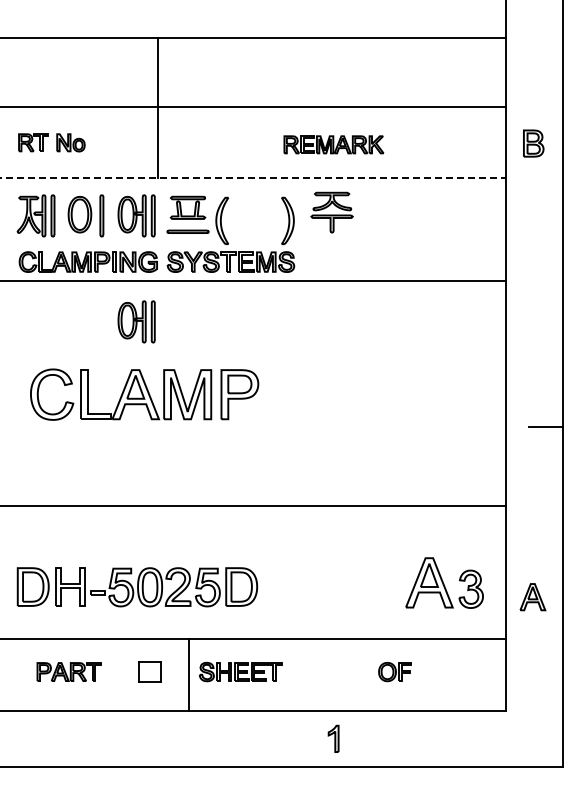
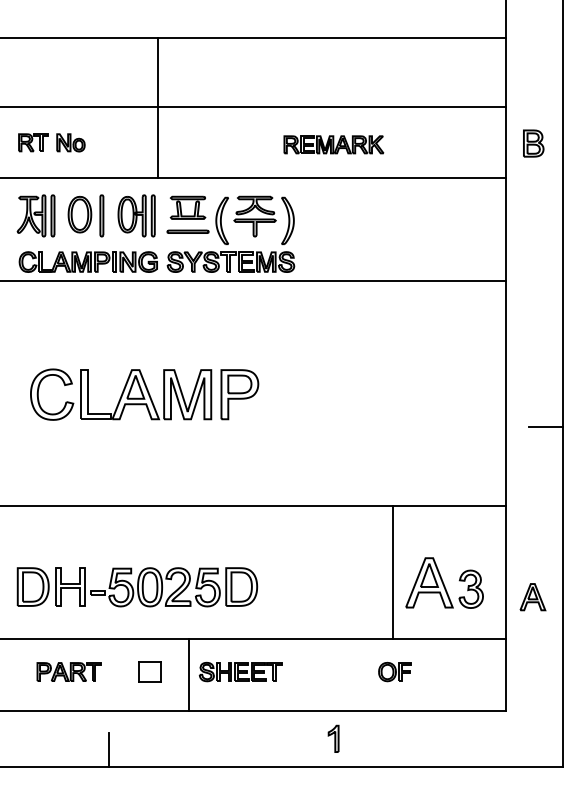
line at (253, 178): dashed -> solid
part at (331, 212) position: (331, 212) -> (254, 216)
part at (136, 321): present -> none
line at (393, 571): none -> present
line at (109, 750): none -> present
